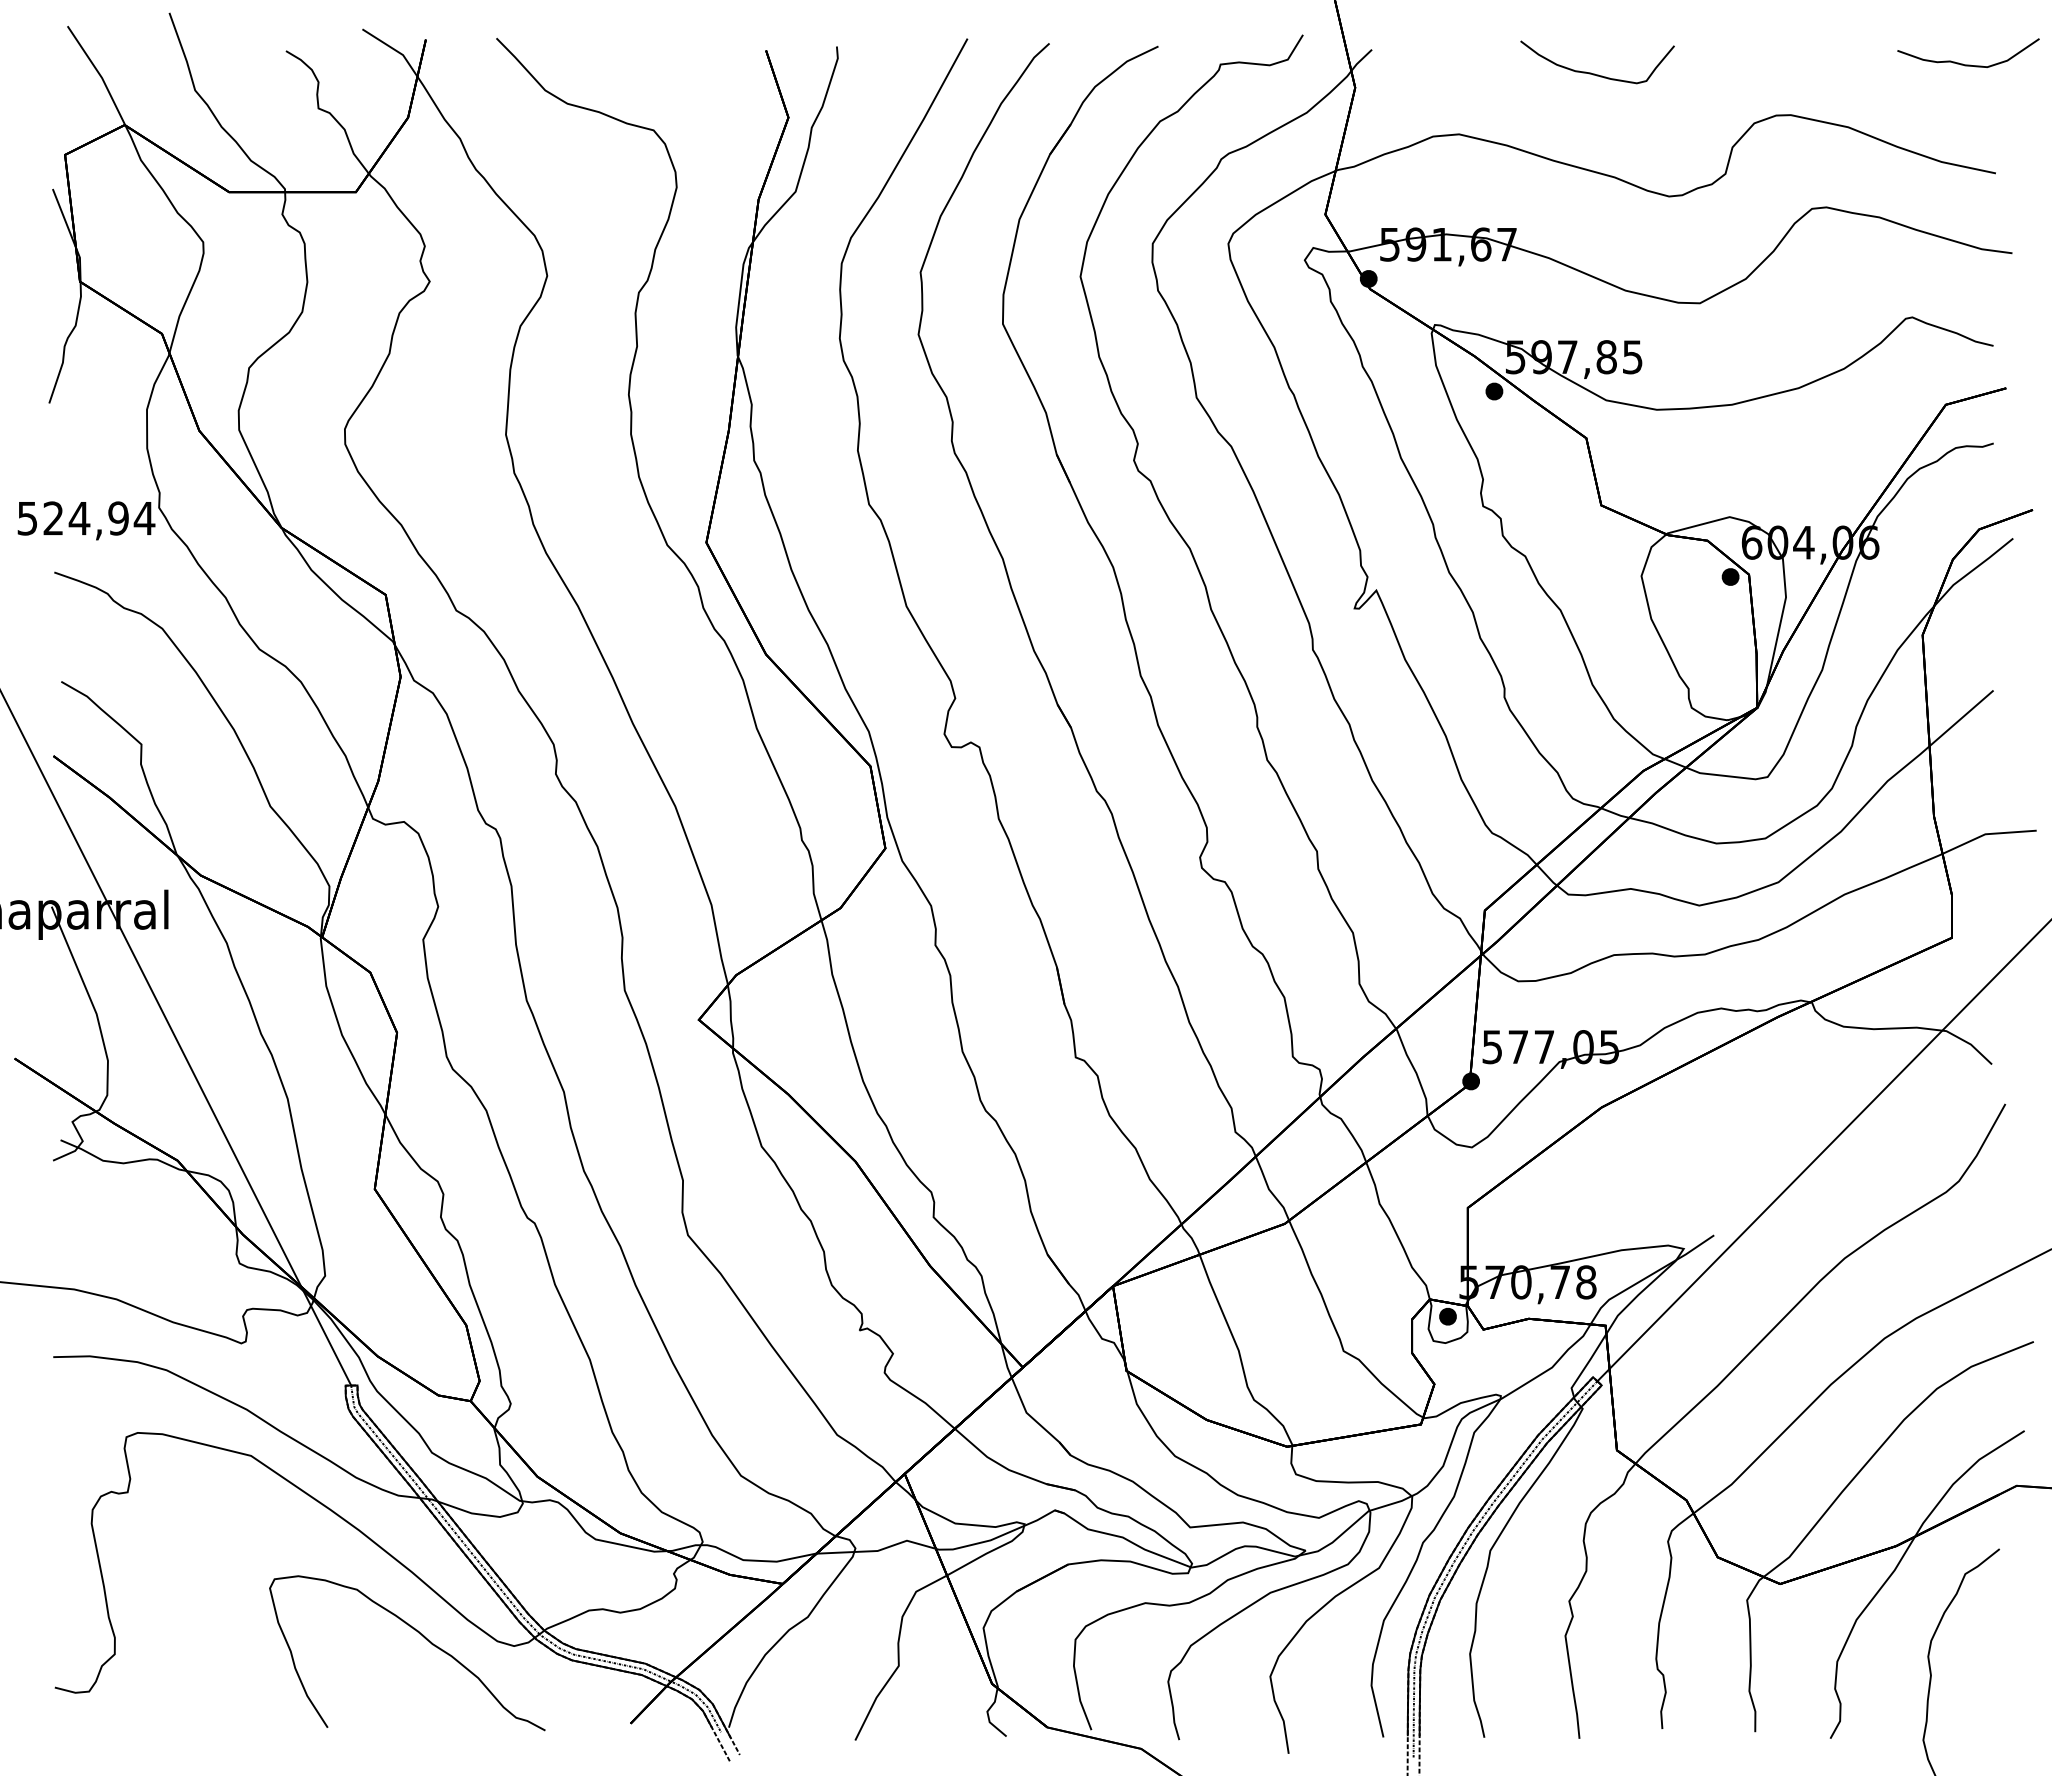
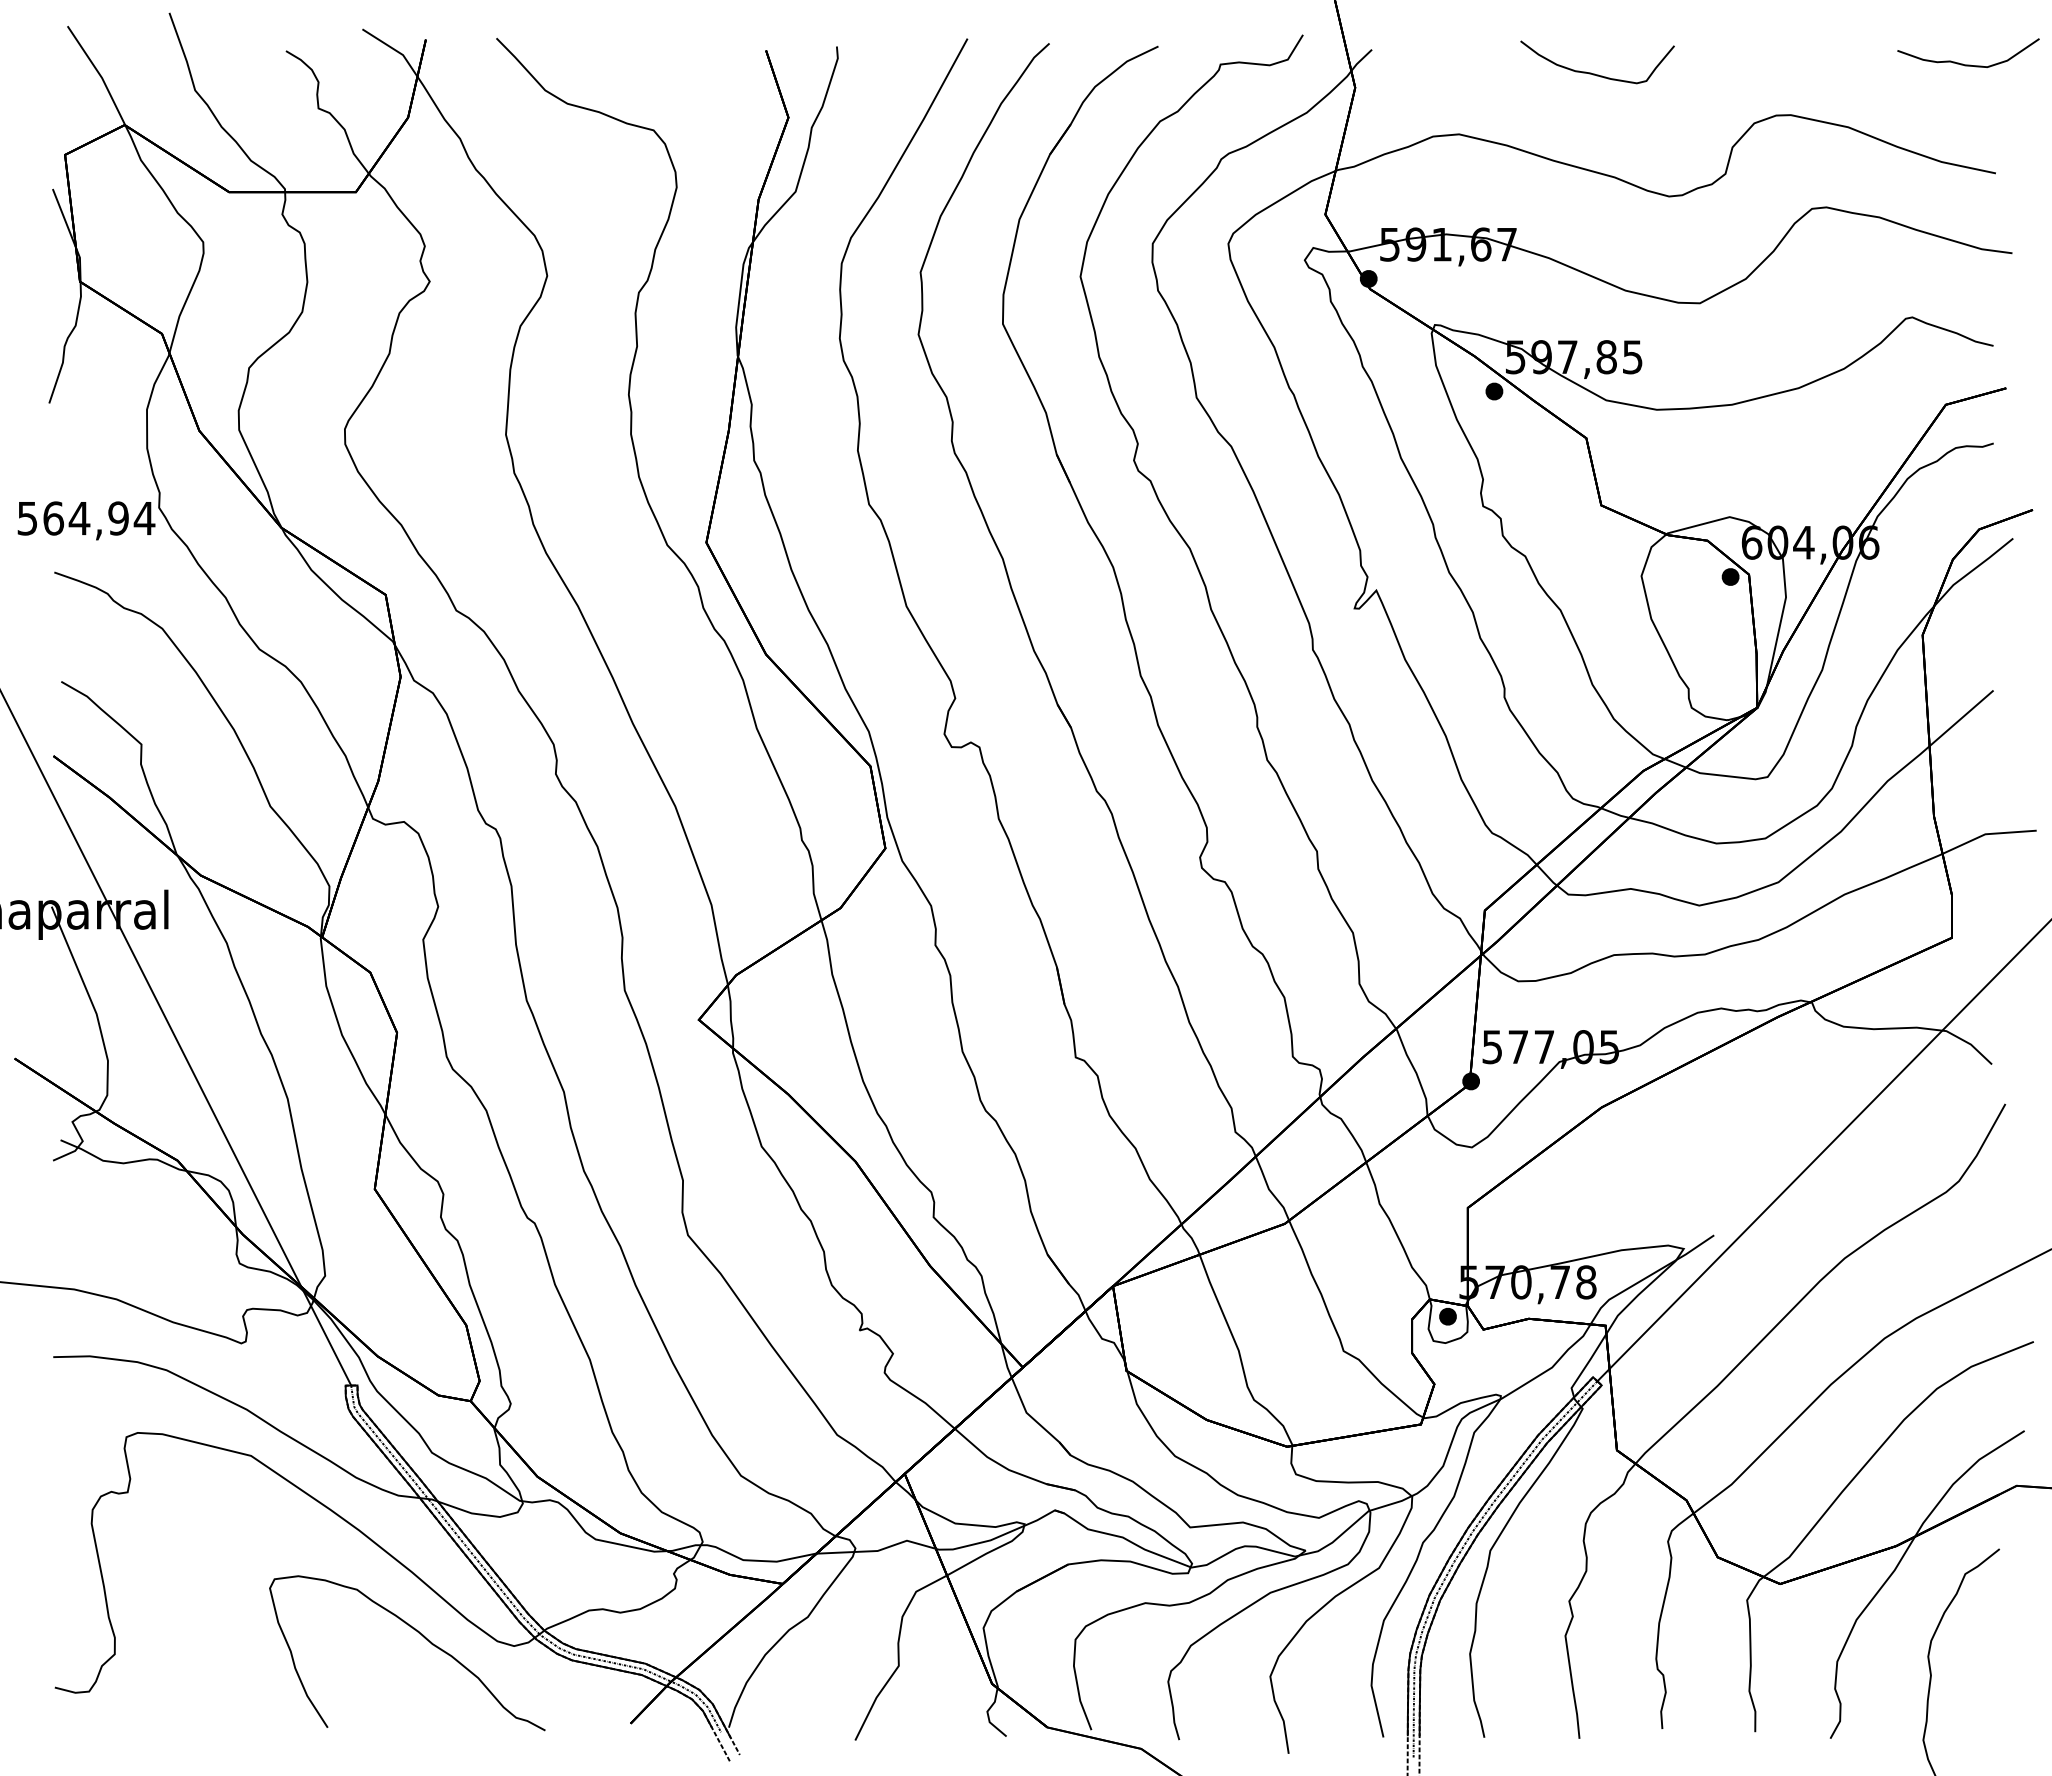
text at (53, 518): 524,94 -> 564,94
